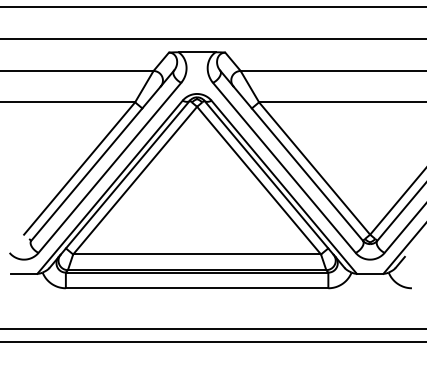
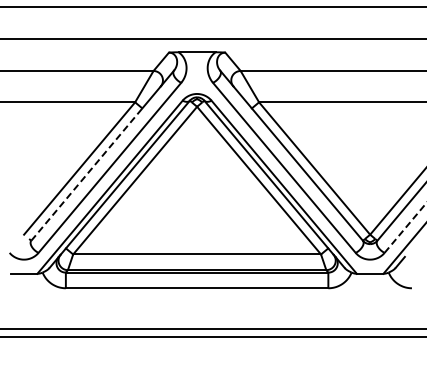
line at (87, 174): solid -> dashed
line at (405, 227): solid -> dashed
line at (212, 341) position: (212, 341) -> (212, 336)
